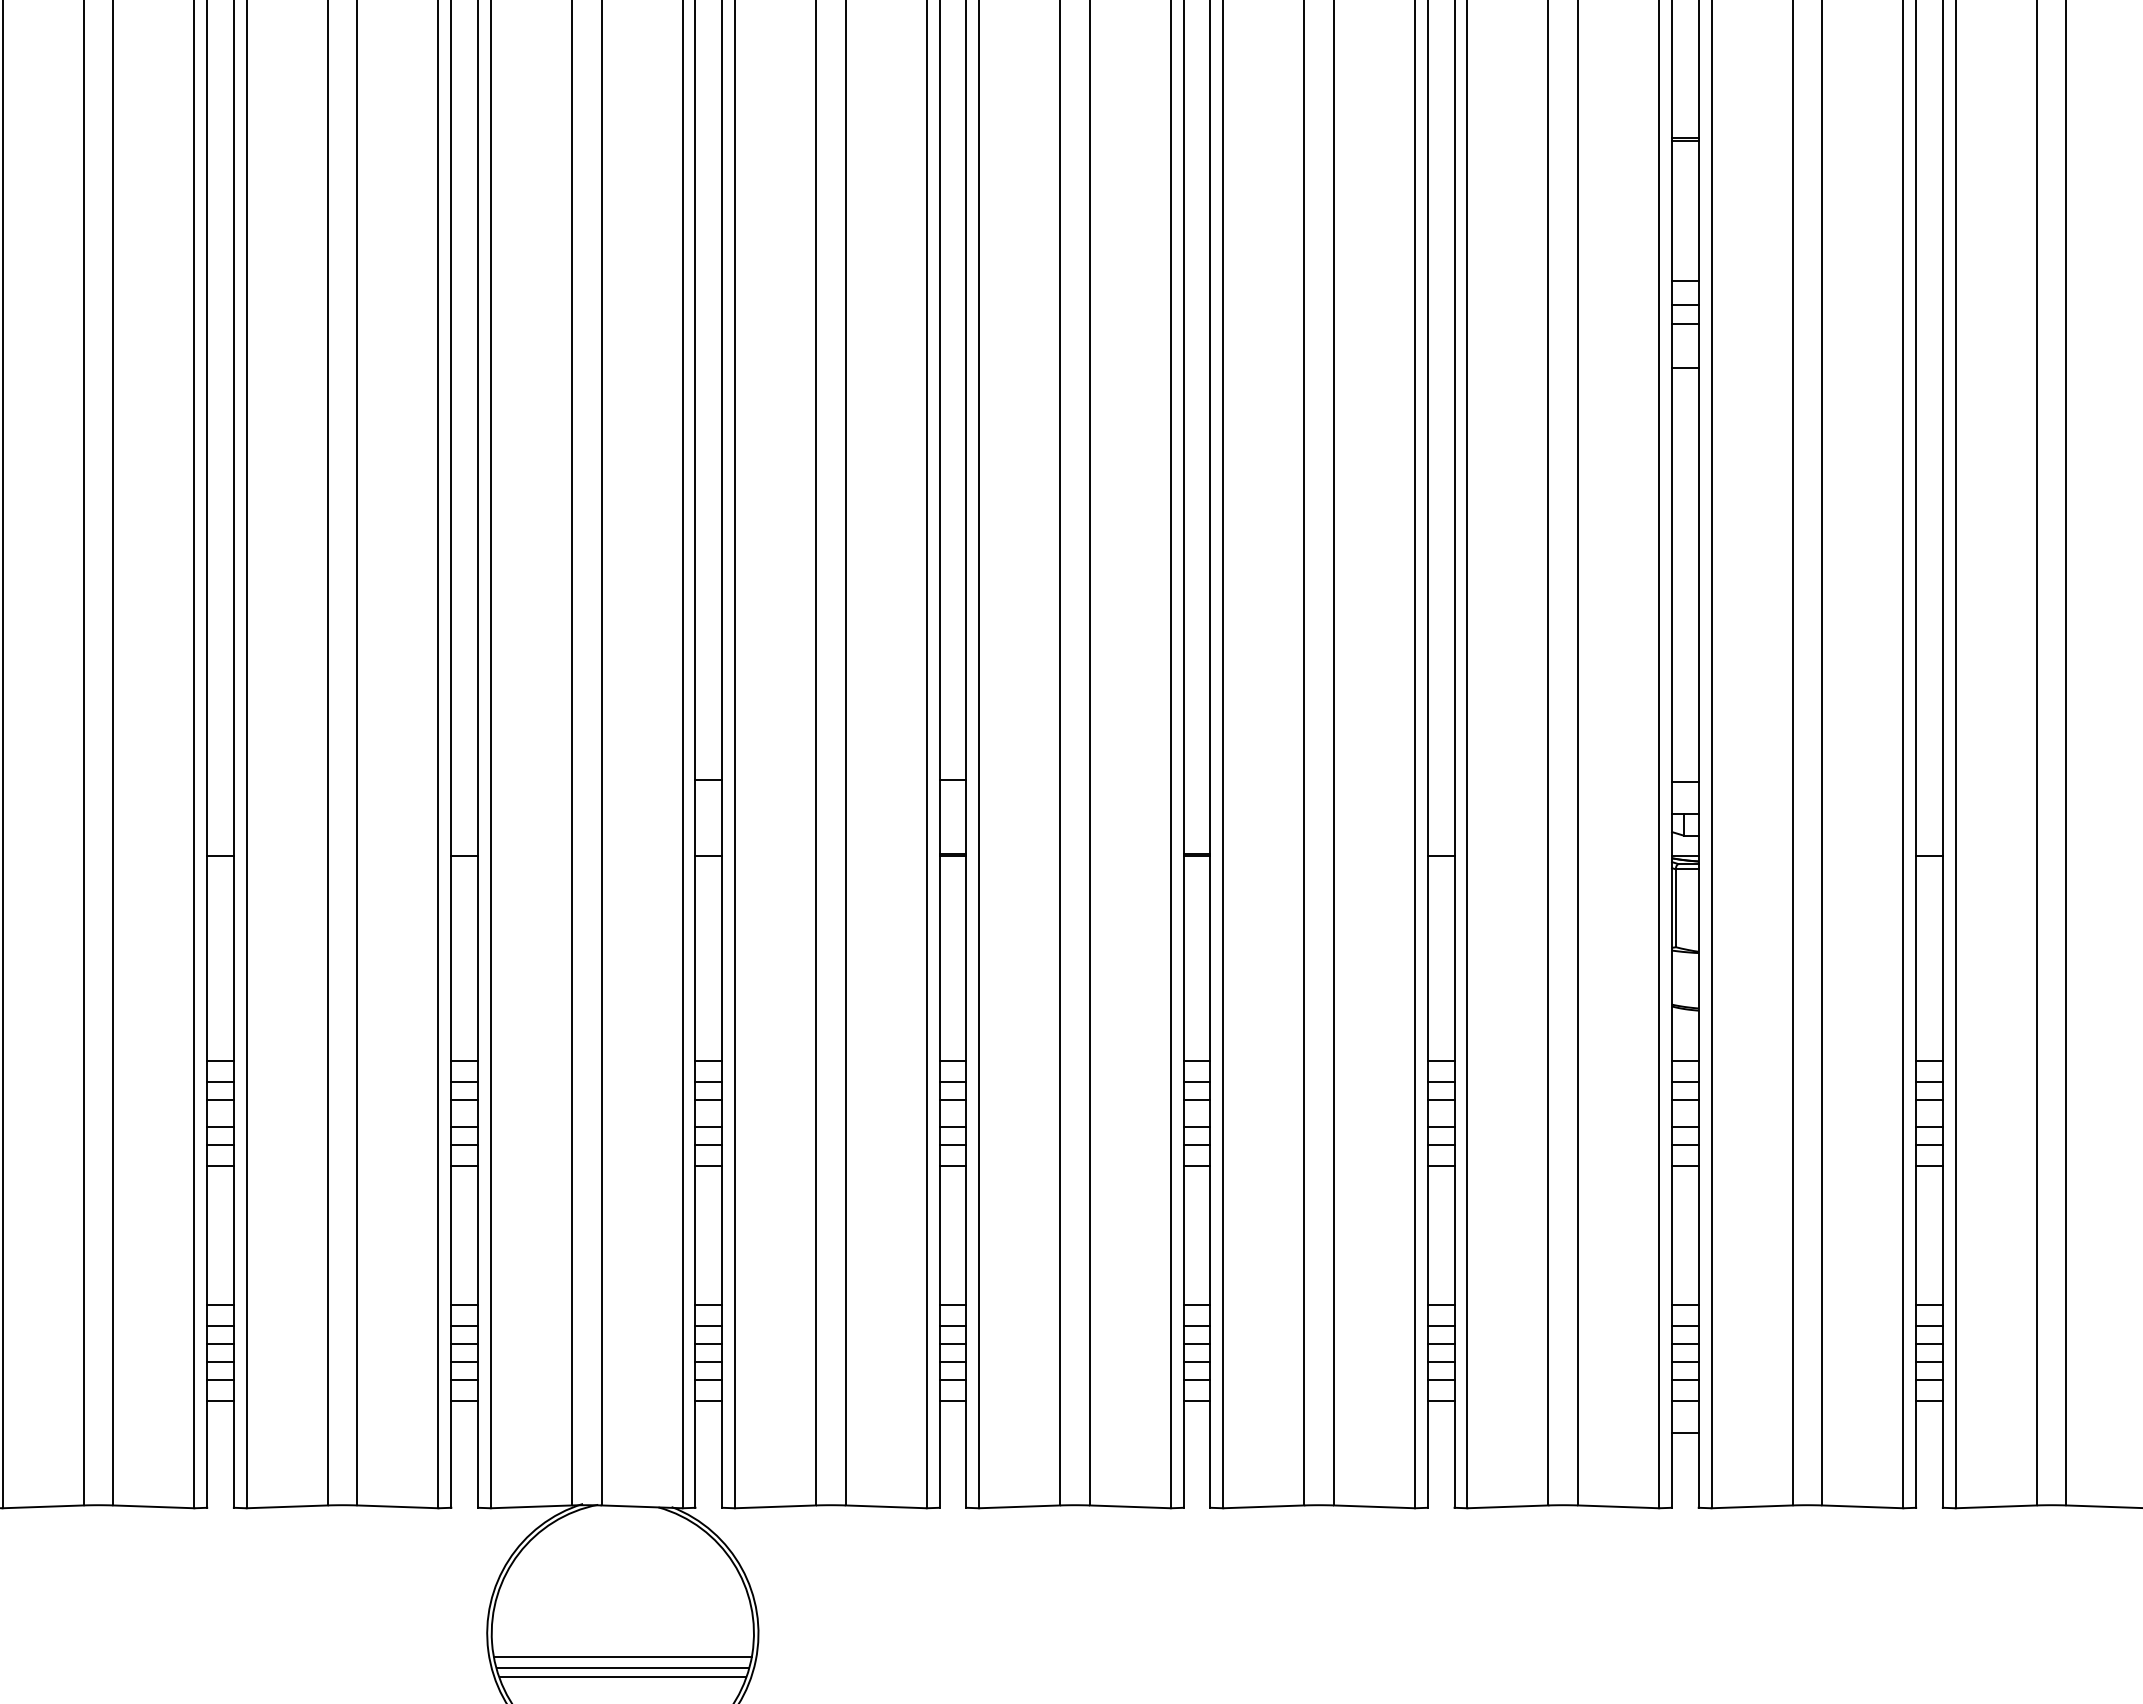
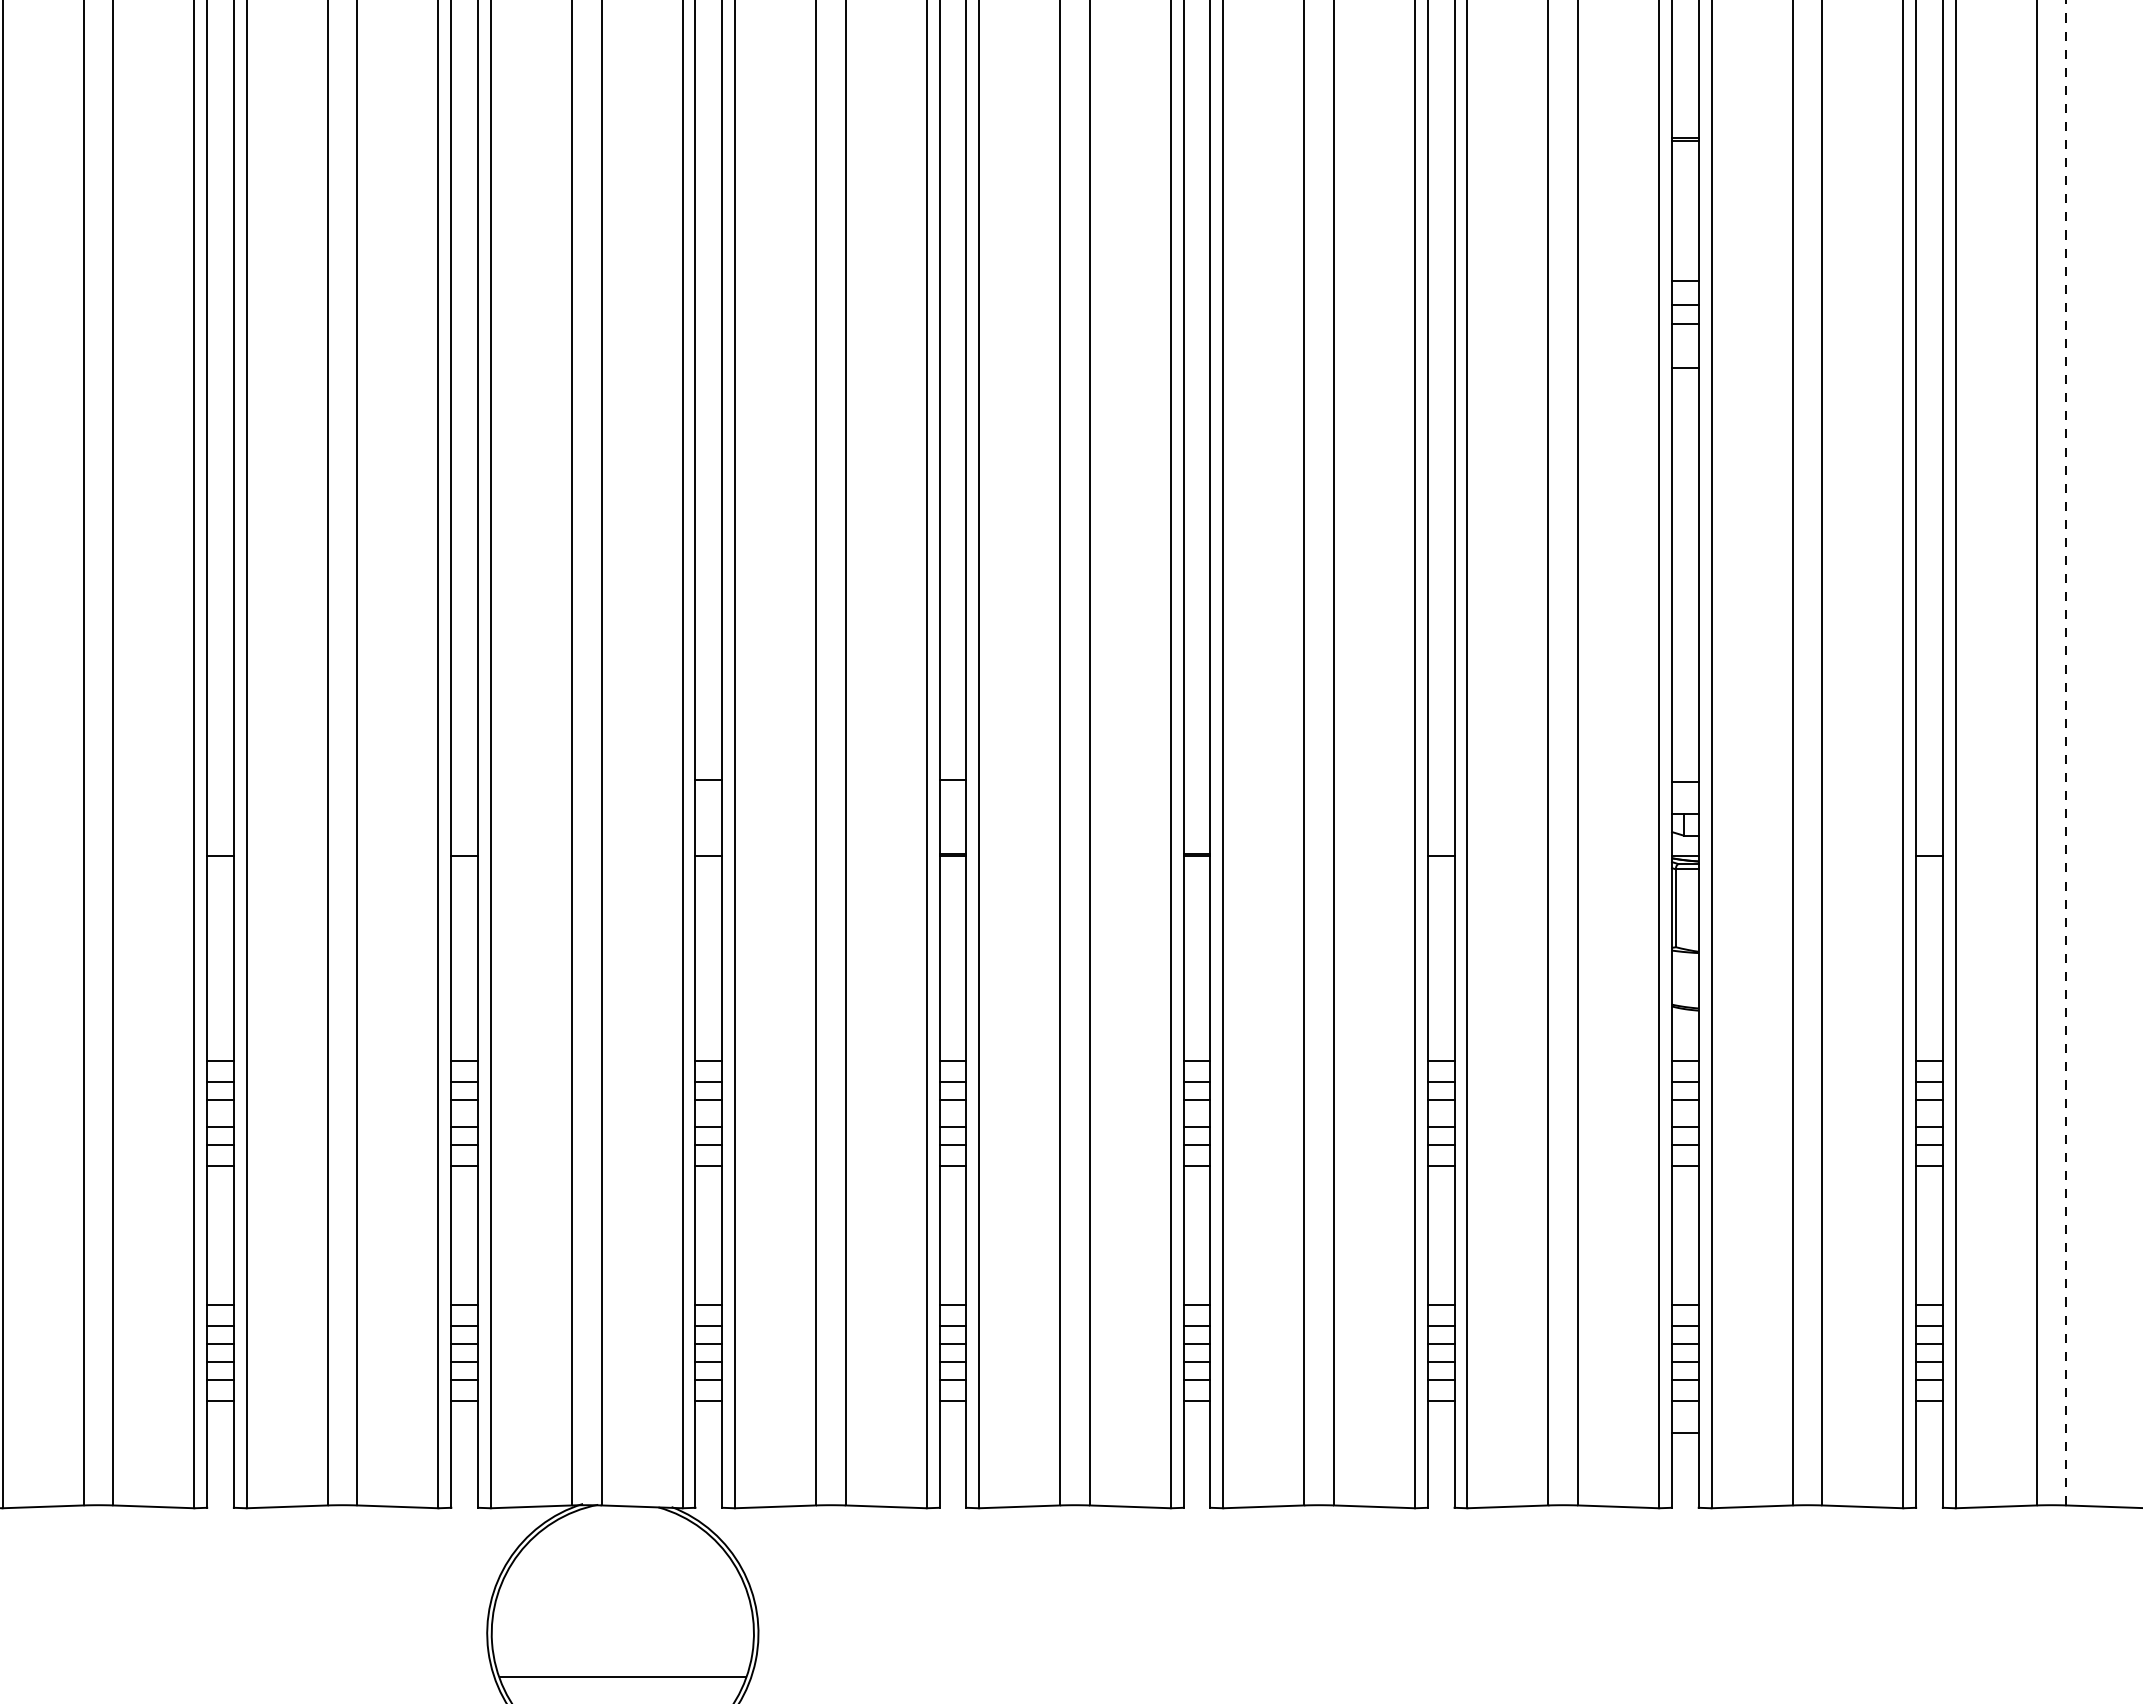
line at (2066, 752): solid -> dashed
line at (622, 1657): present -> none
line at (622, 1667): present -> none
